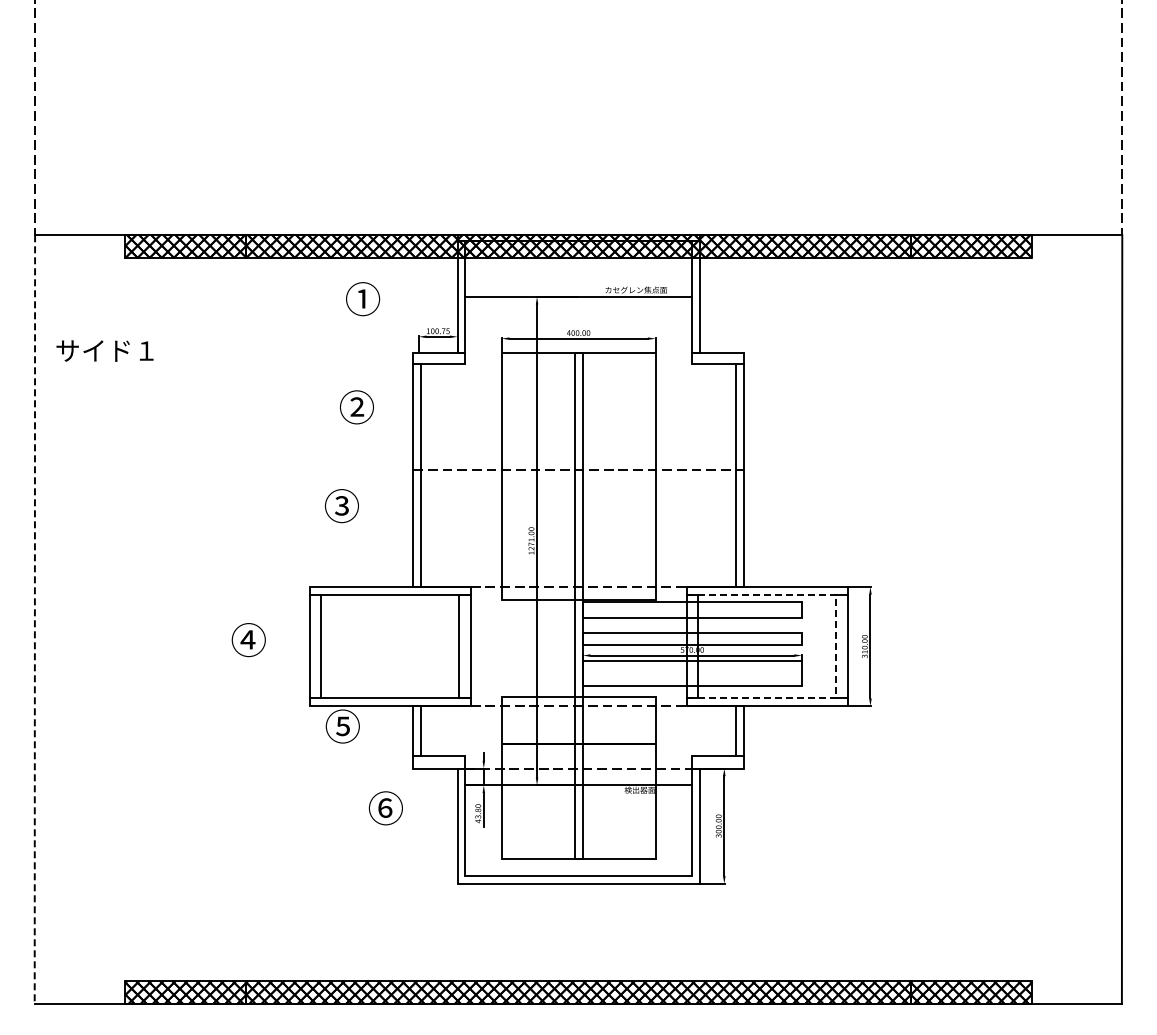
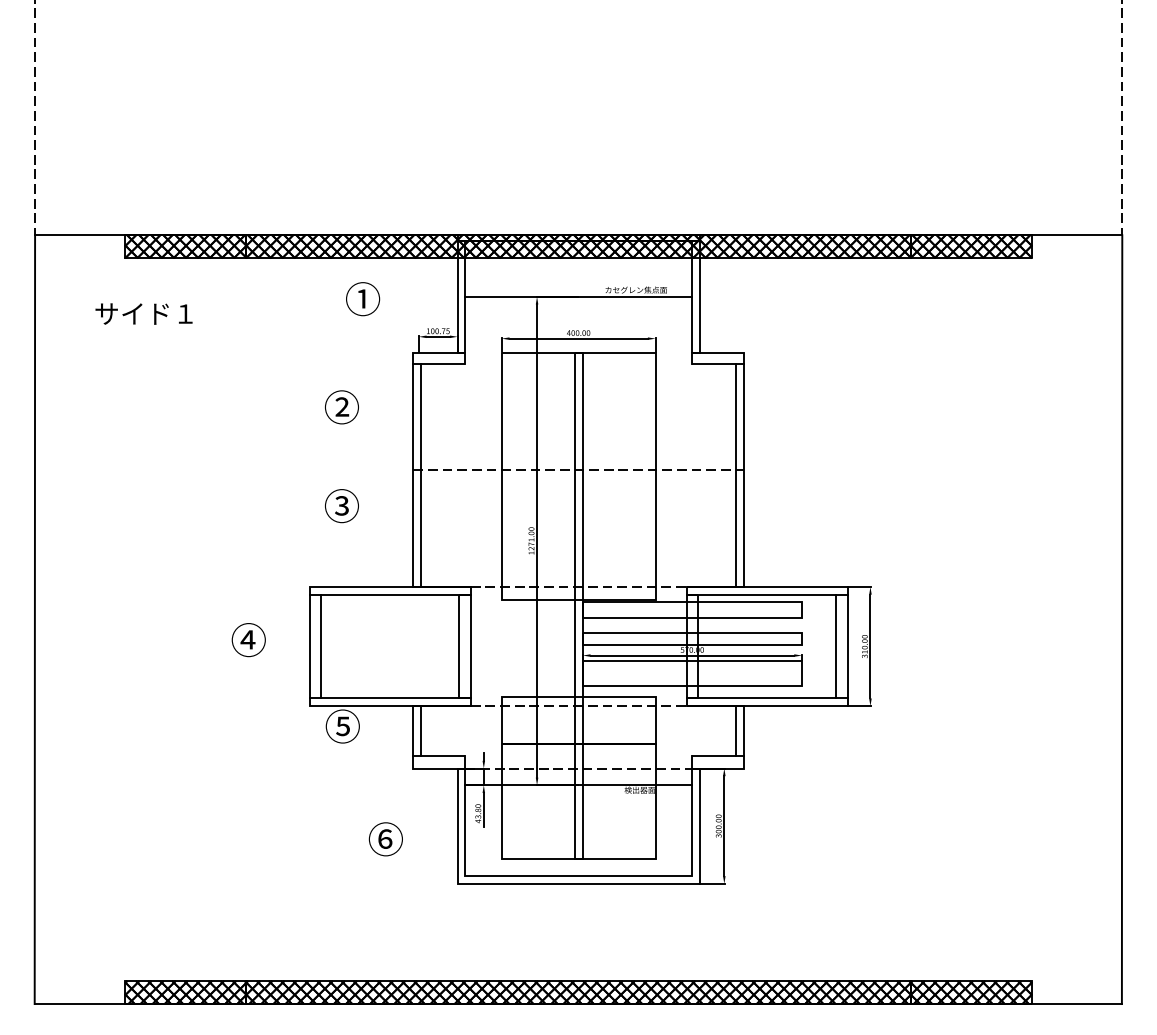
text at (104, 350) position: (104, 350) -> (143, 313)
text at (356, 407) position: (356, 407) -> (341, 407)
line at (34, 620): dashed -> solid
line at (836, 646): dashed -> solid
text at (385, 808) position: (385, 808) -> (385, 839)
